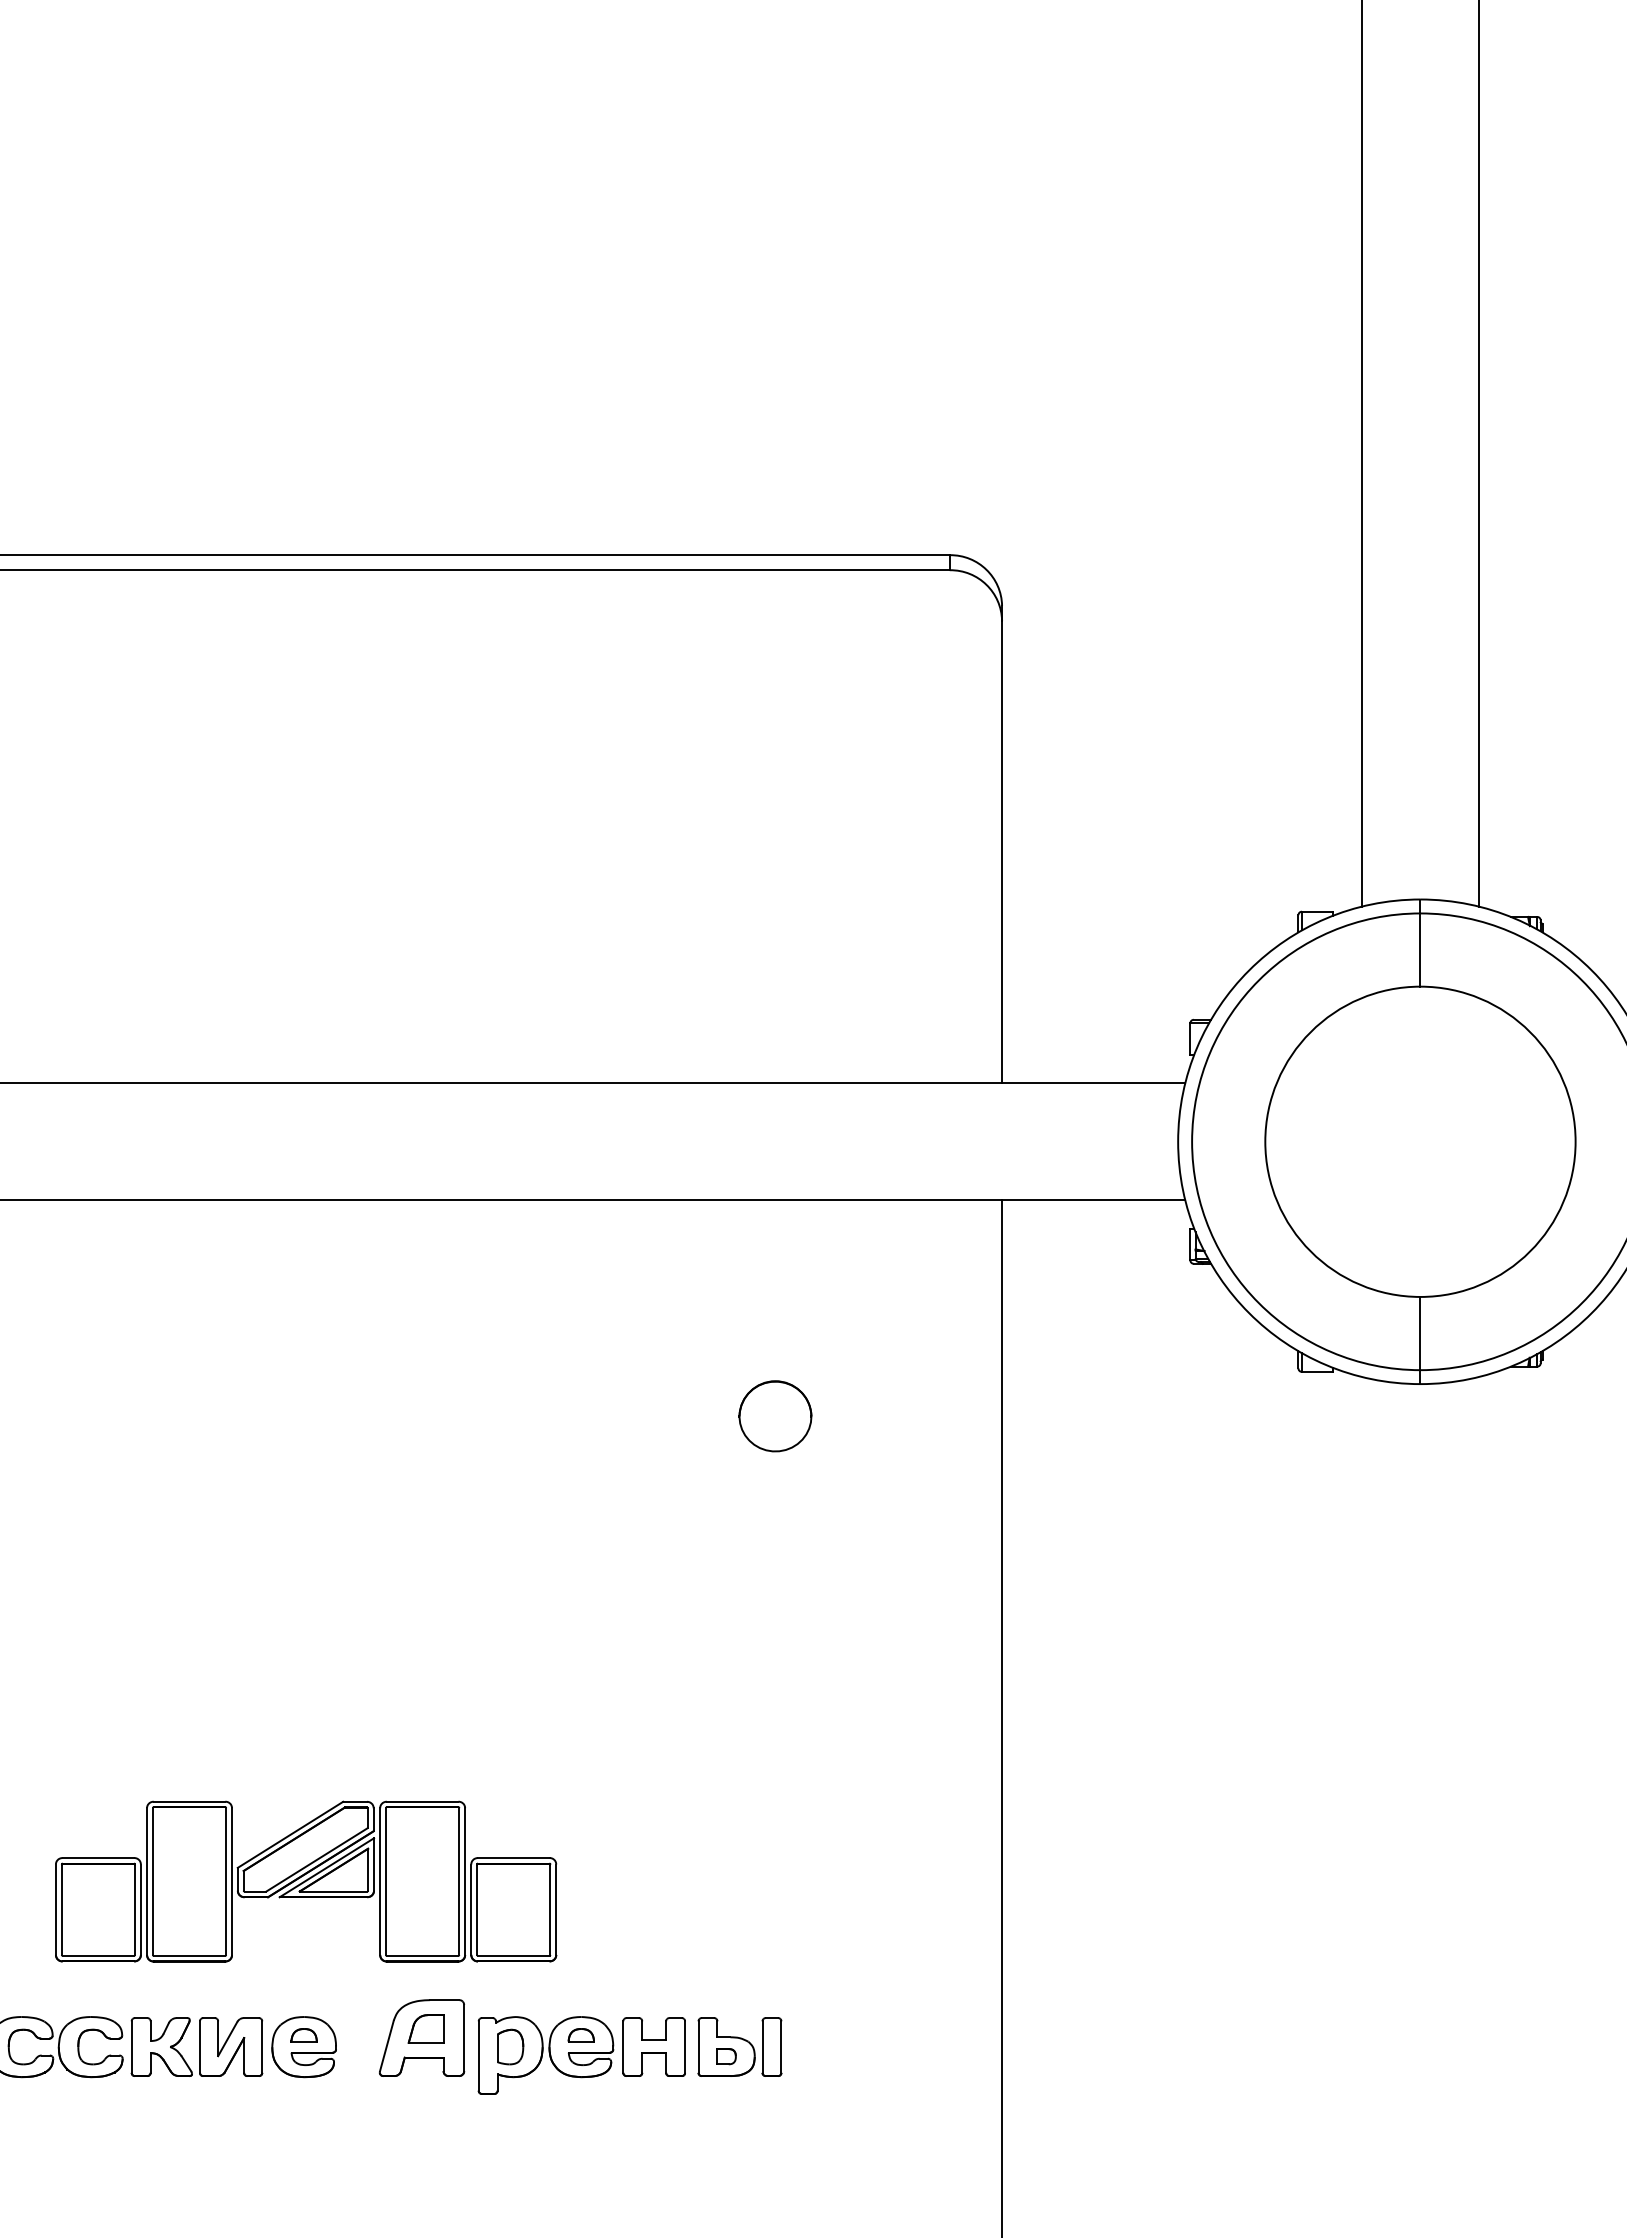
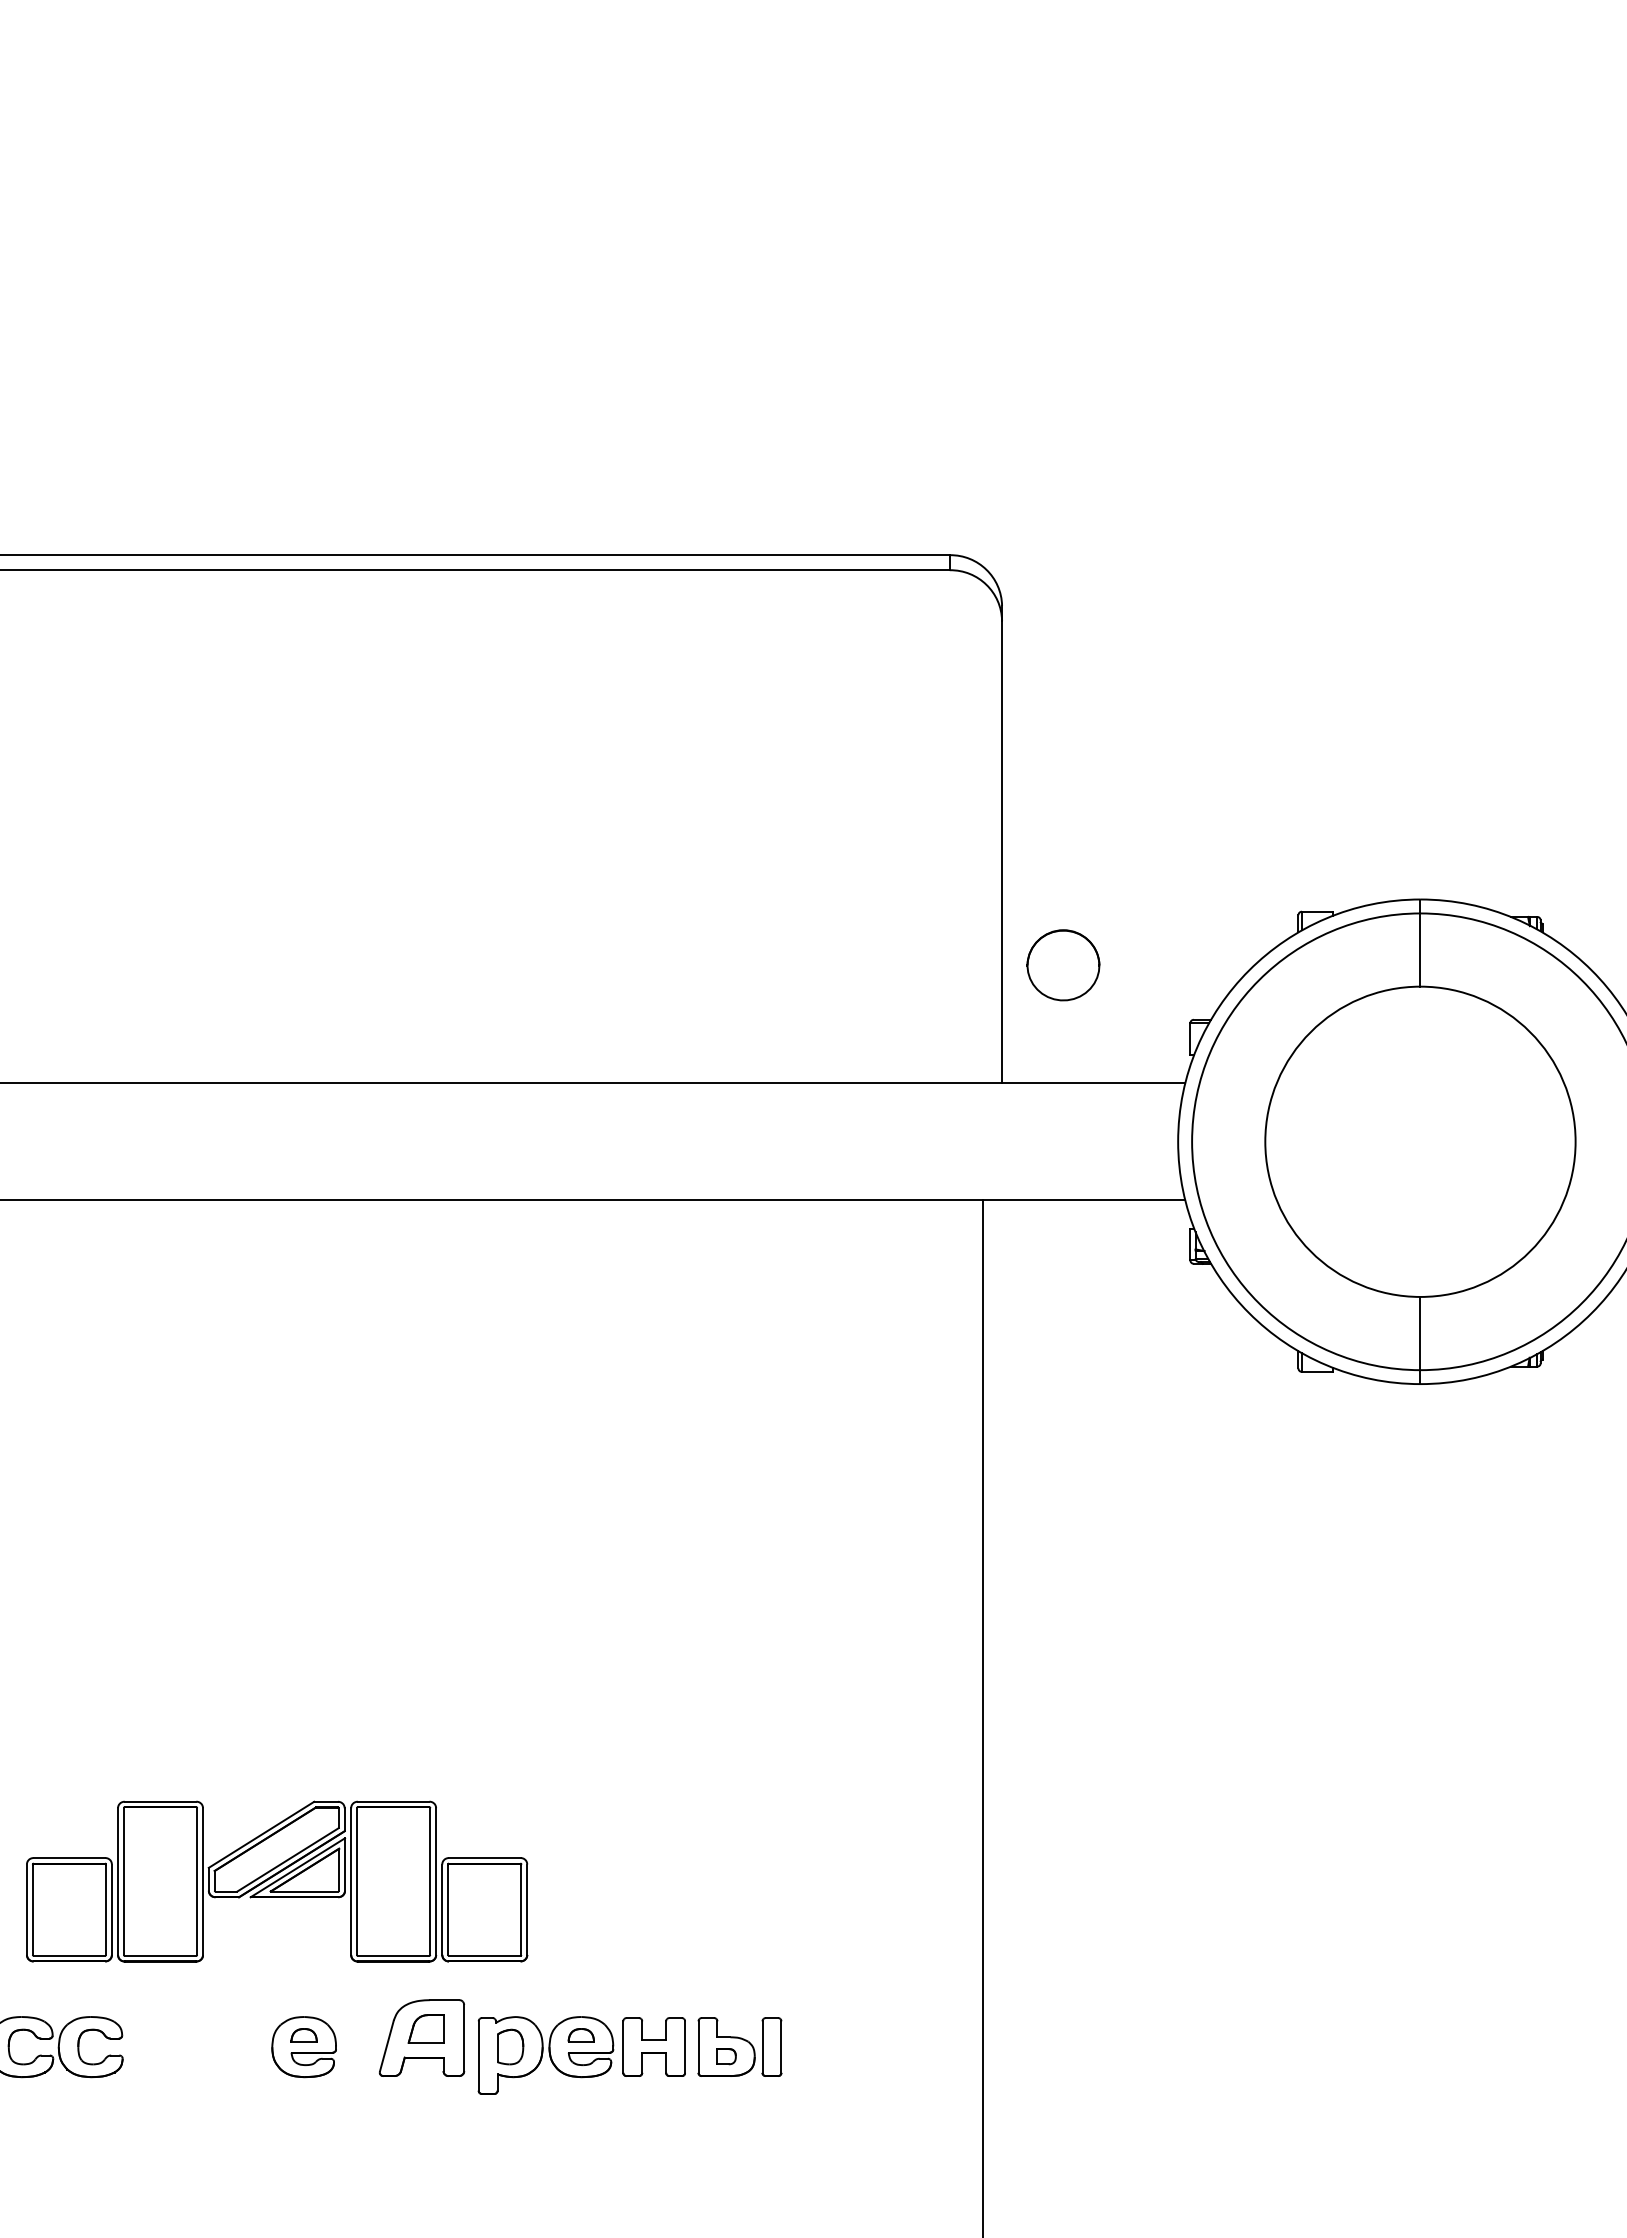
line at (1362, 454): present -> none
line at (1478, 454): present -> none
part at (775, 1416) position: (775, 1416) -> (1063, 965)
line at (1002, 1717) position: (1002, 1717) -> (983, 1717)
part at (306, 1881) position: (306, 1881) -> (277, 1881)
part at (196, 2046): present -> none
